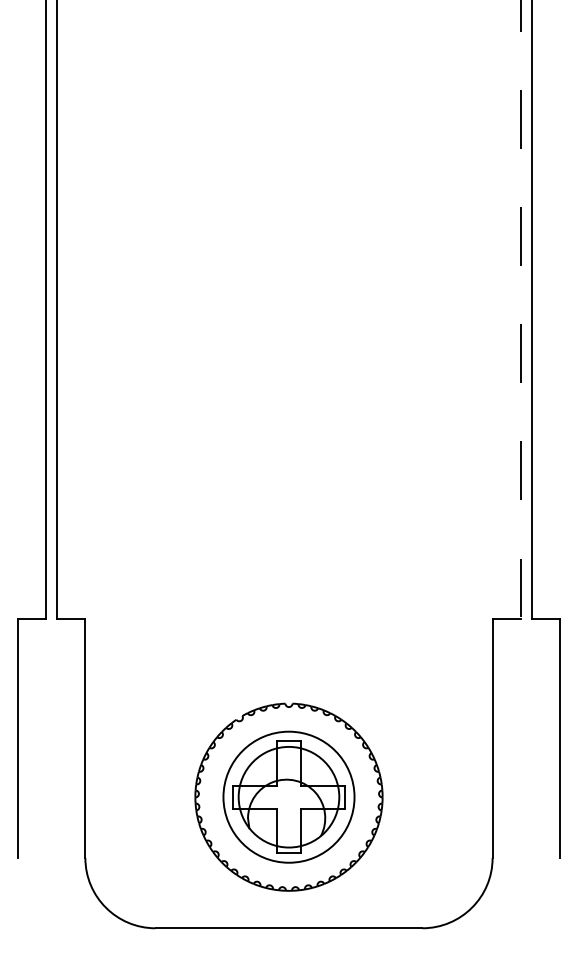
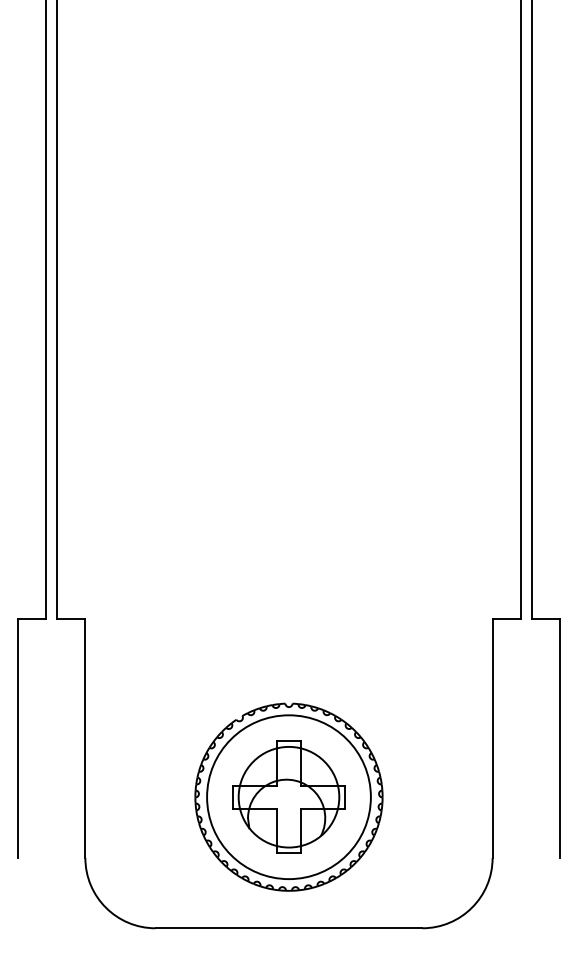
line at (520, 310): dashed -> solid
circle at (288, 796) diameter: 131 px -> 164 px
